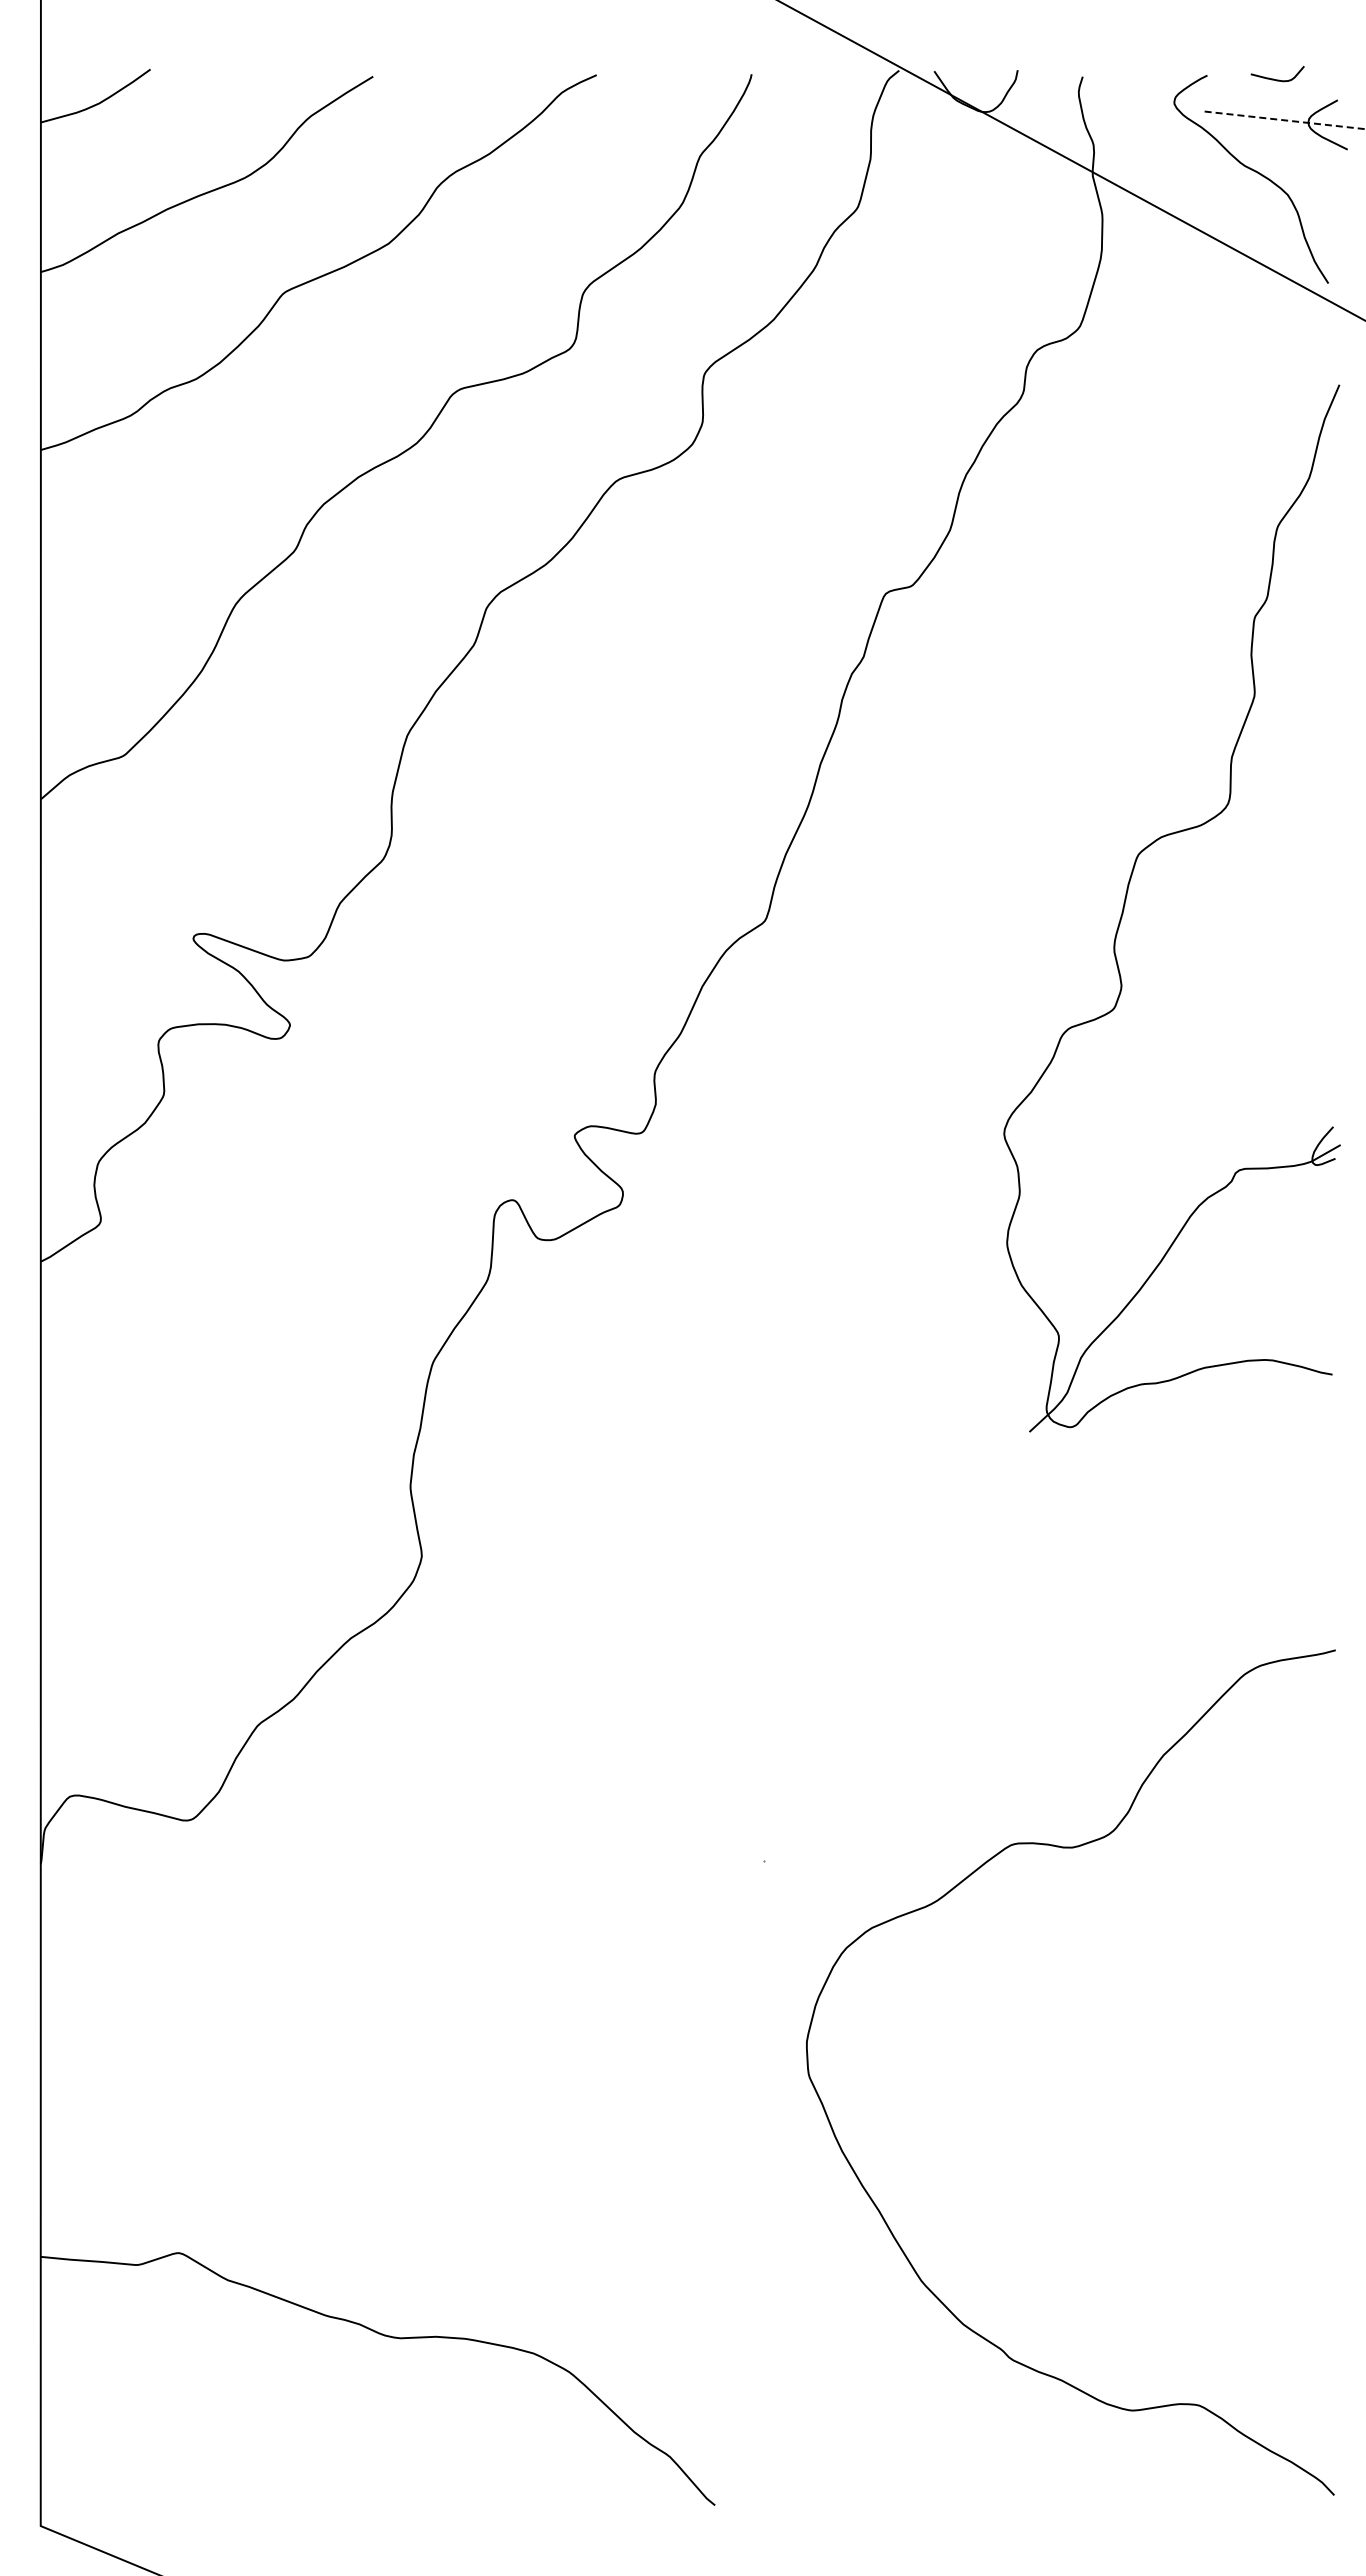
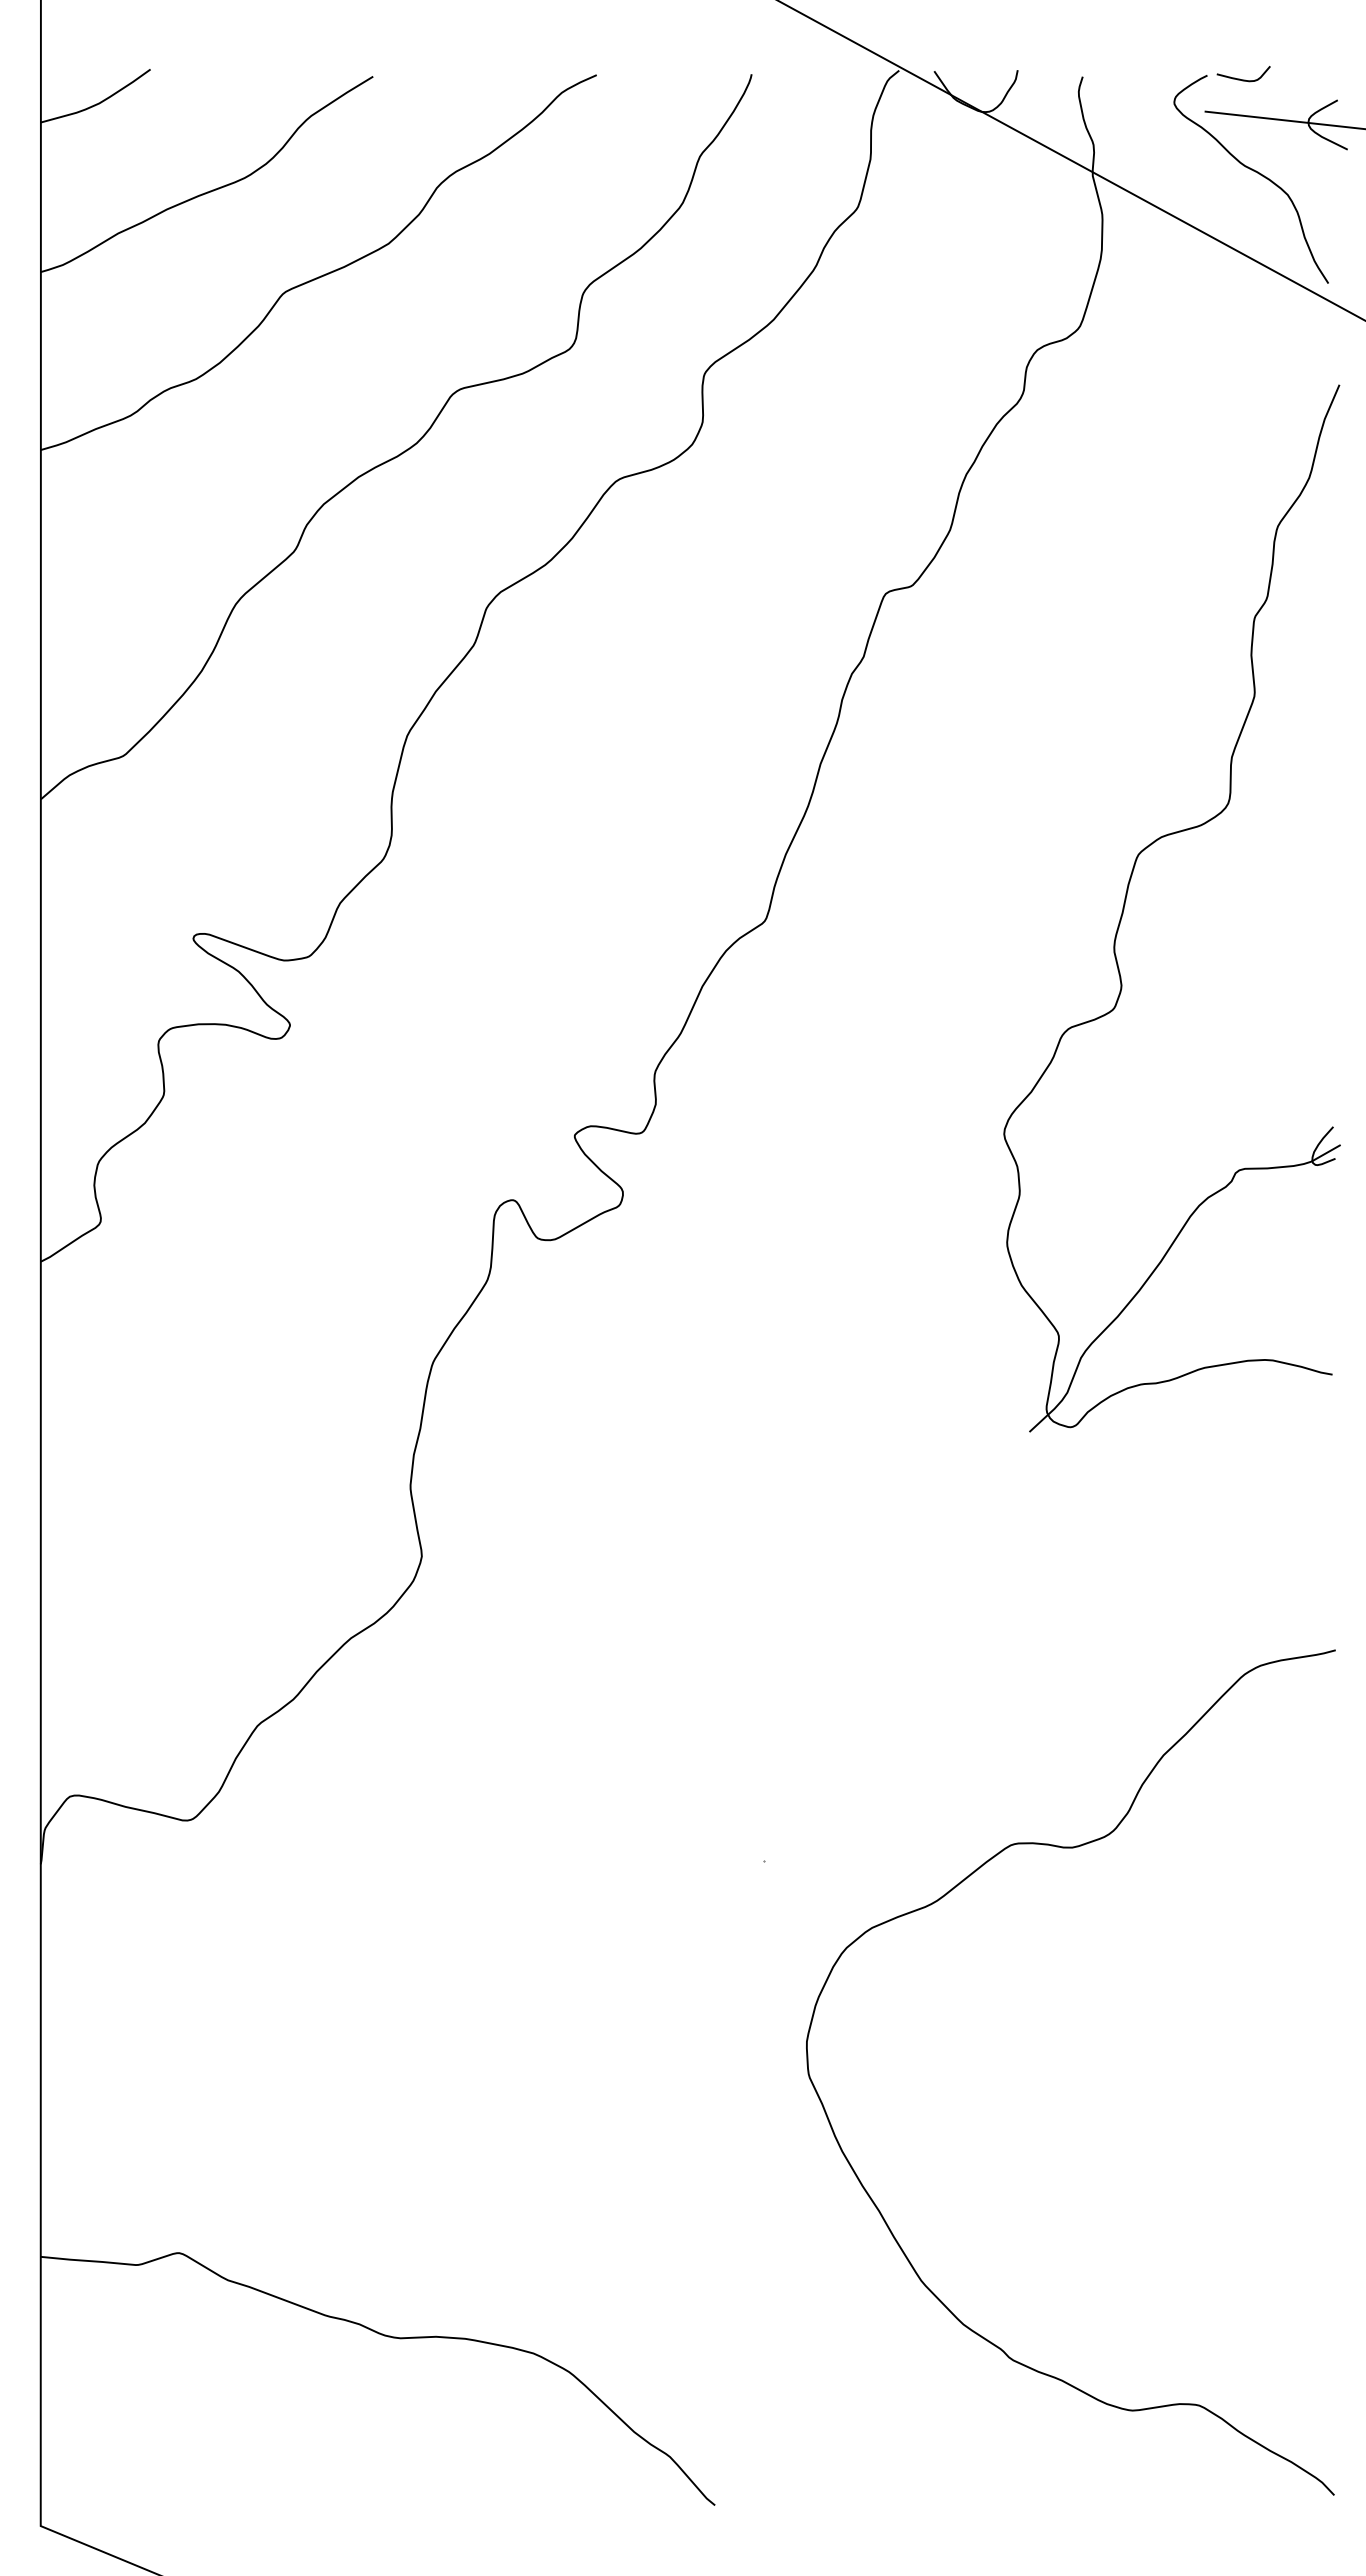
curve at (1277, 79) position: (1277, 79) -> (1243, 79)
line at (1284, 120): dashed -> solid
